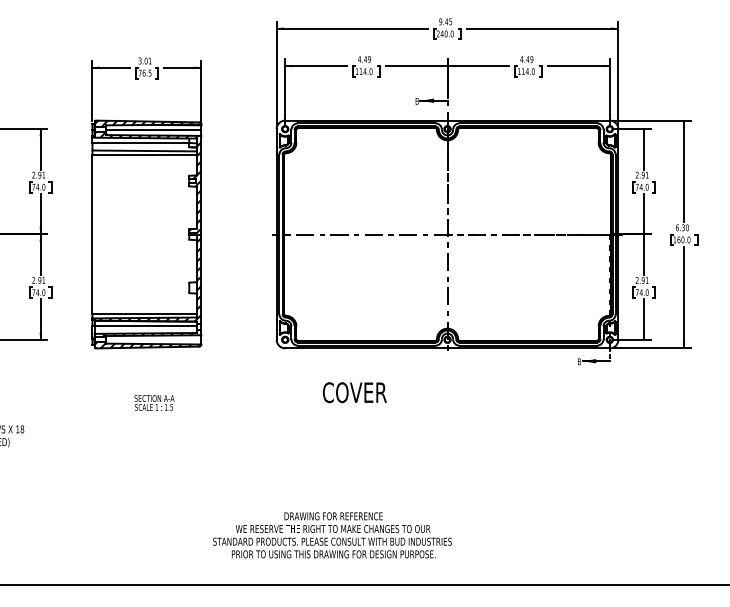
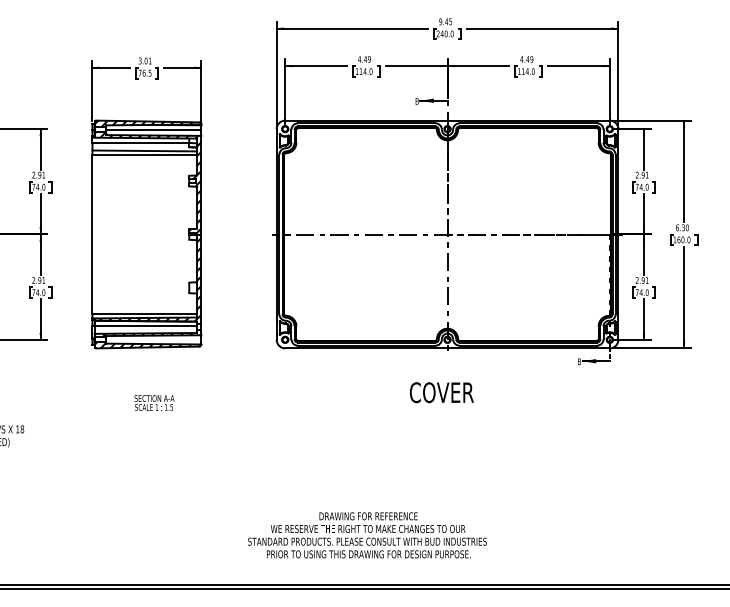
text at (354, 392) position: (354, 392) -> (441, 392)
text at (332, 535) position: (332, 535) -> (367, 535)
line at (364, 588): none -> present
